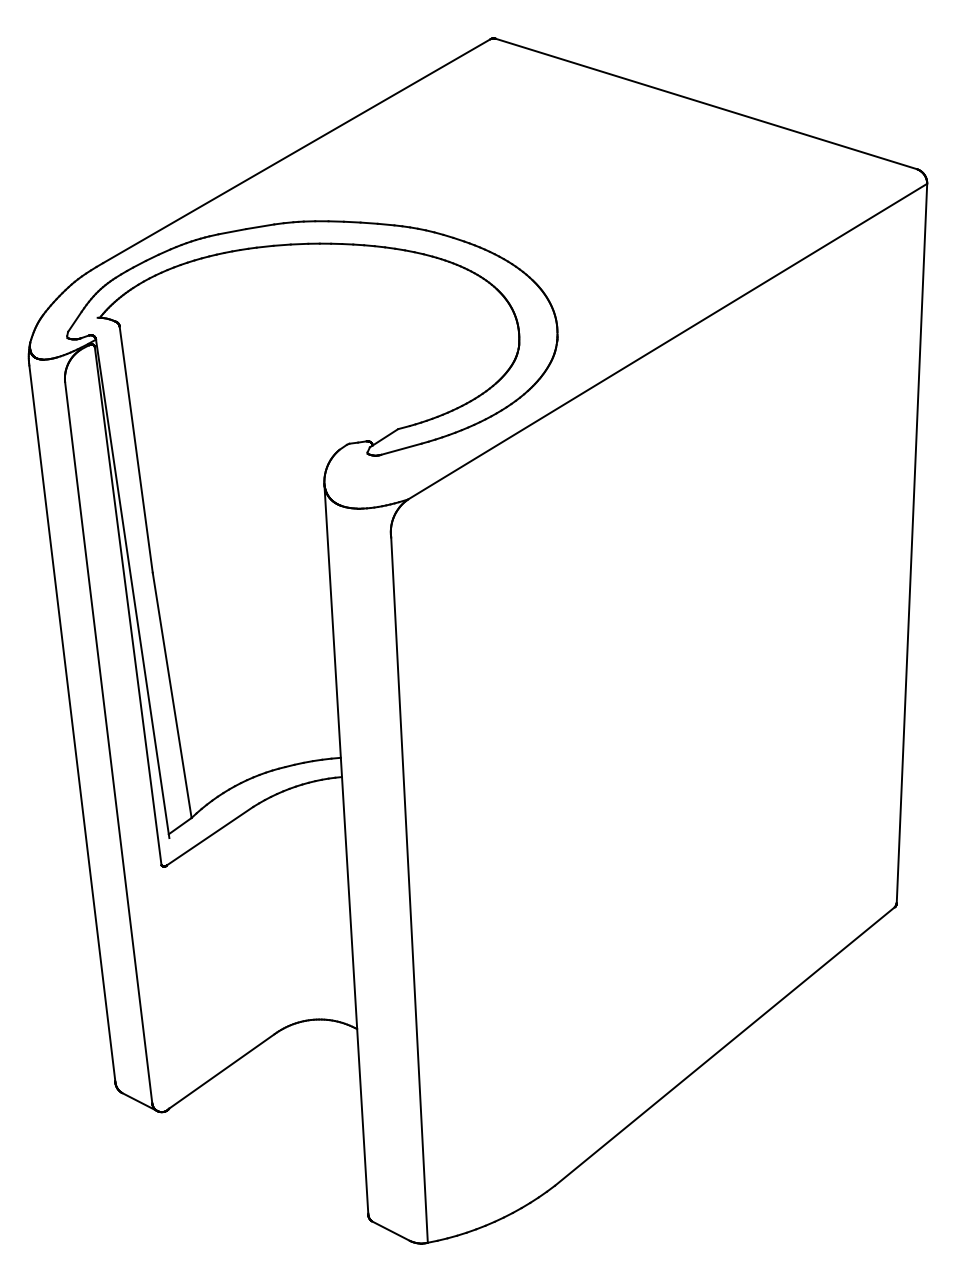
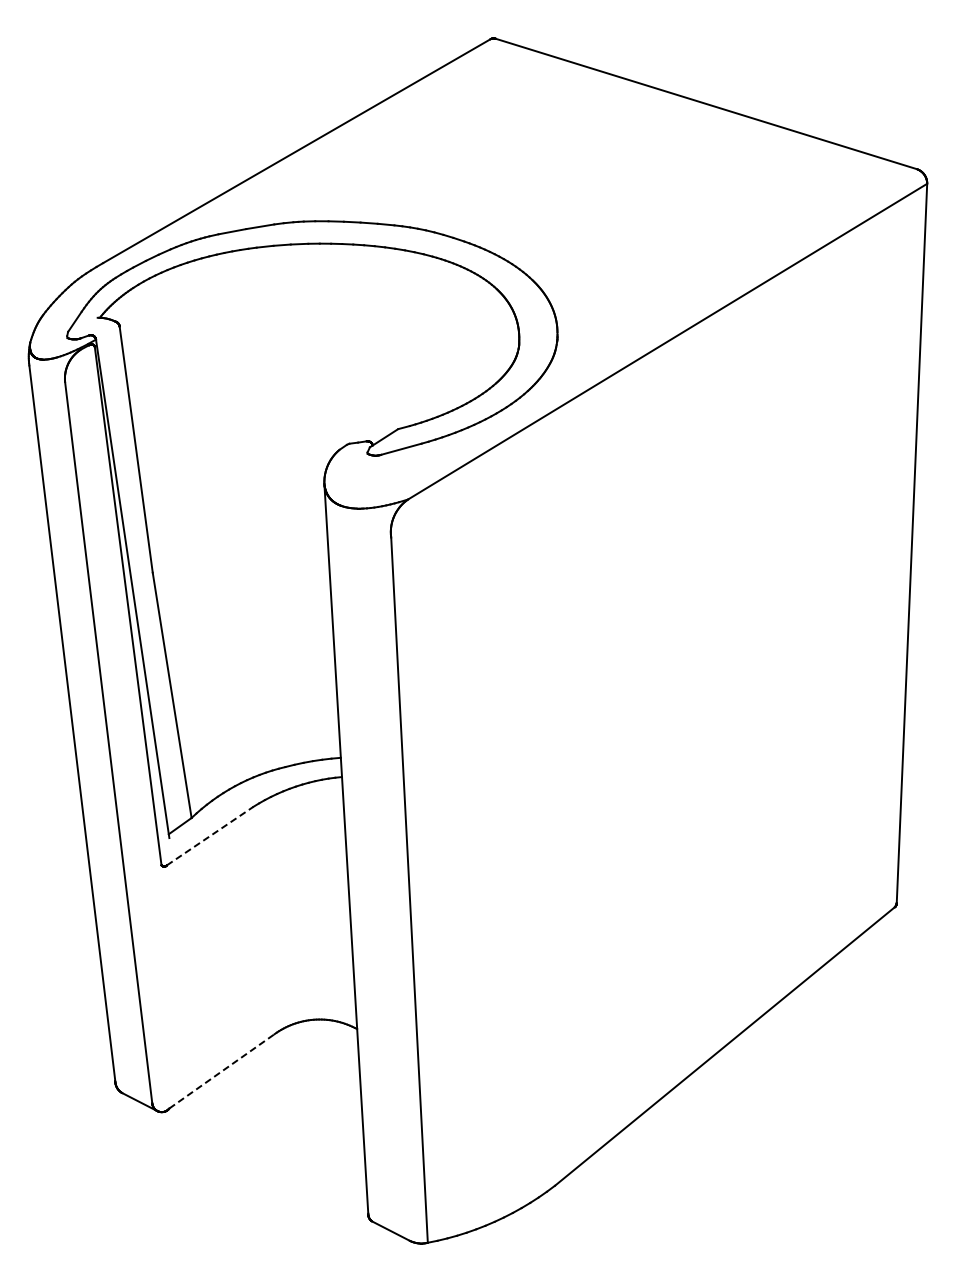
line at (210, 835): solid -> dashed
line at (222, 1071): solid -> dashed
